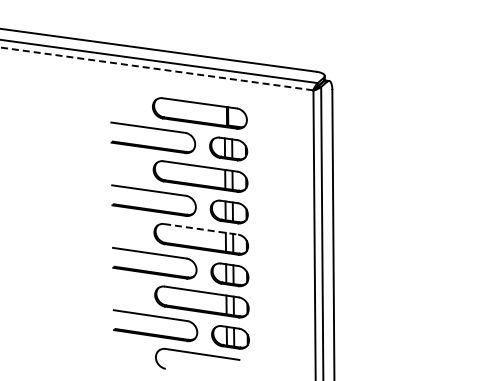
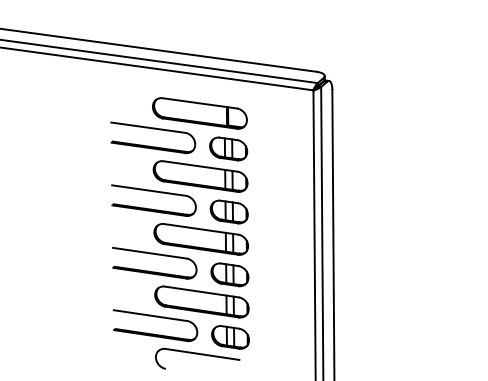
line at (156, 68): dashed -> solid
line at (201, 229): dashed -> solid
